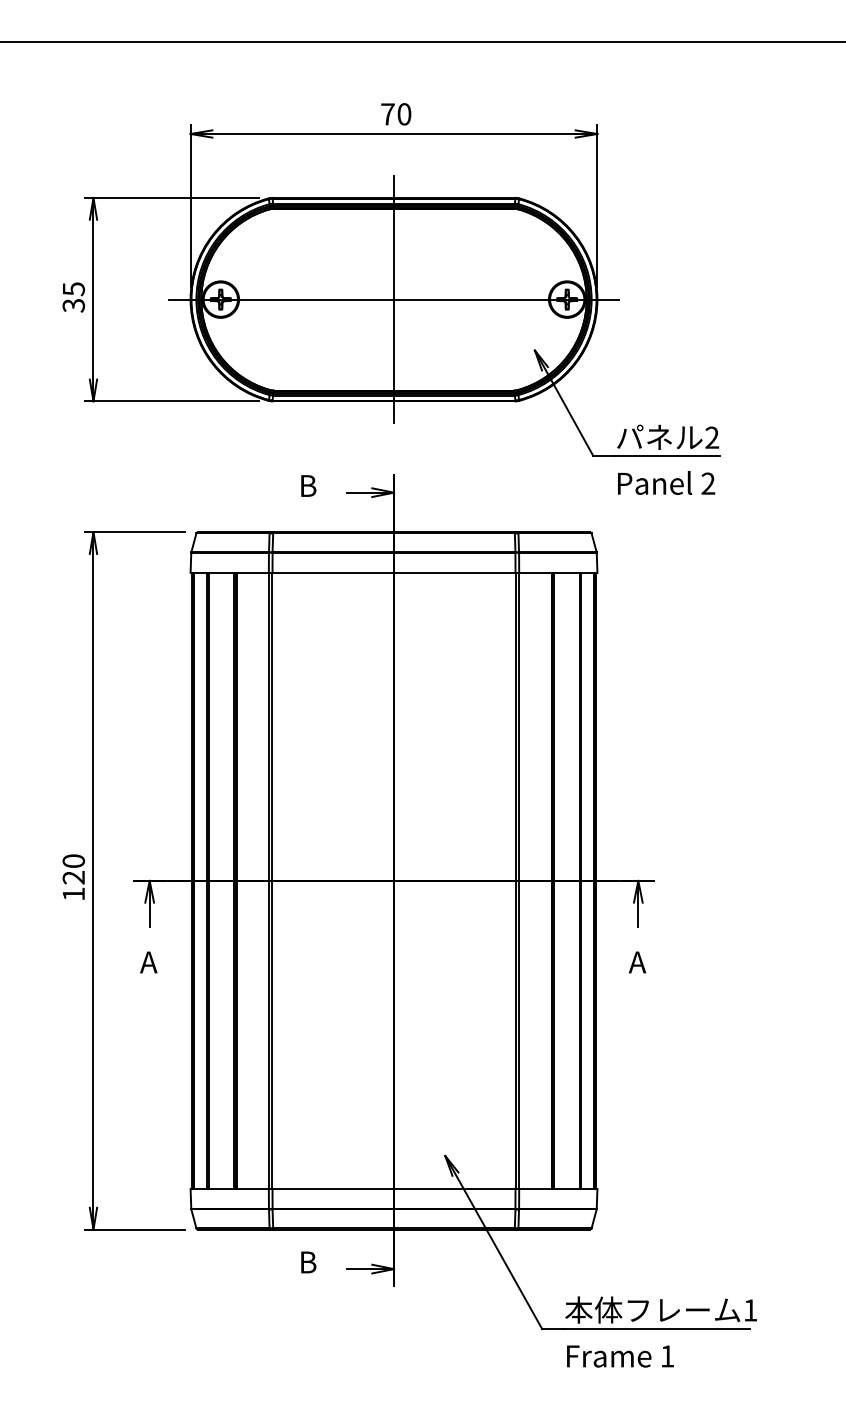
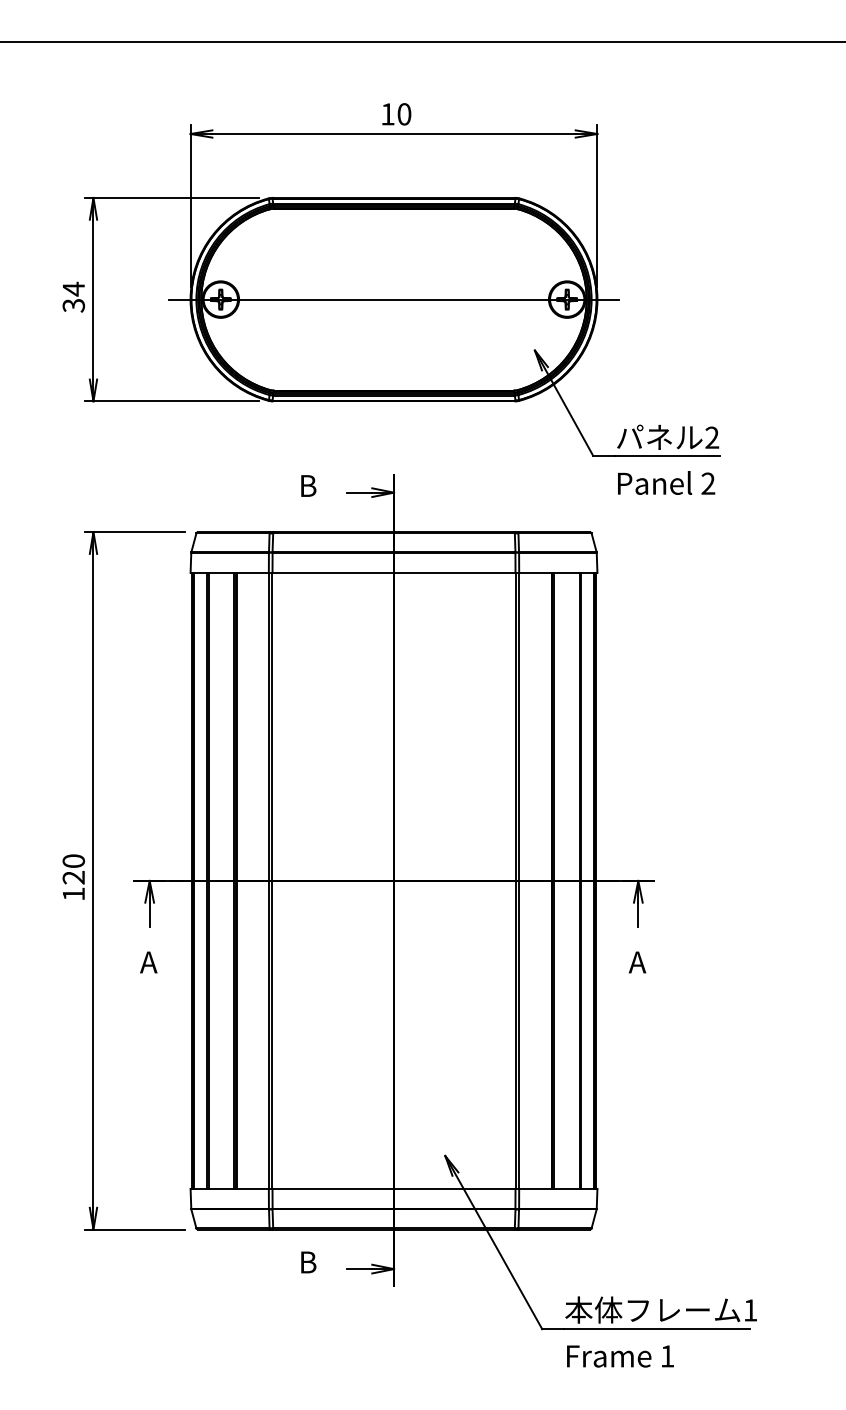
text at (387, 114): 70 -> 10
text at (74, 288): 35 -> 34
line at (394, 299): present -> none
